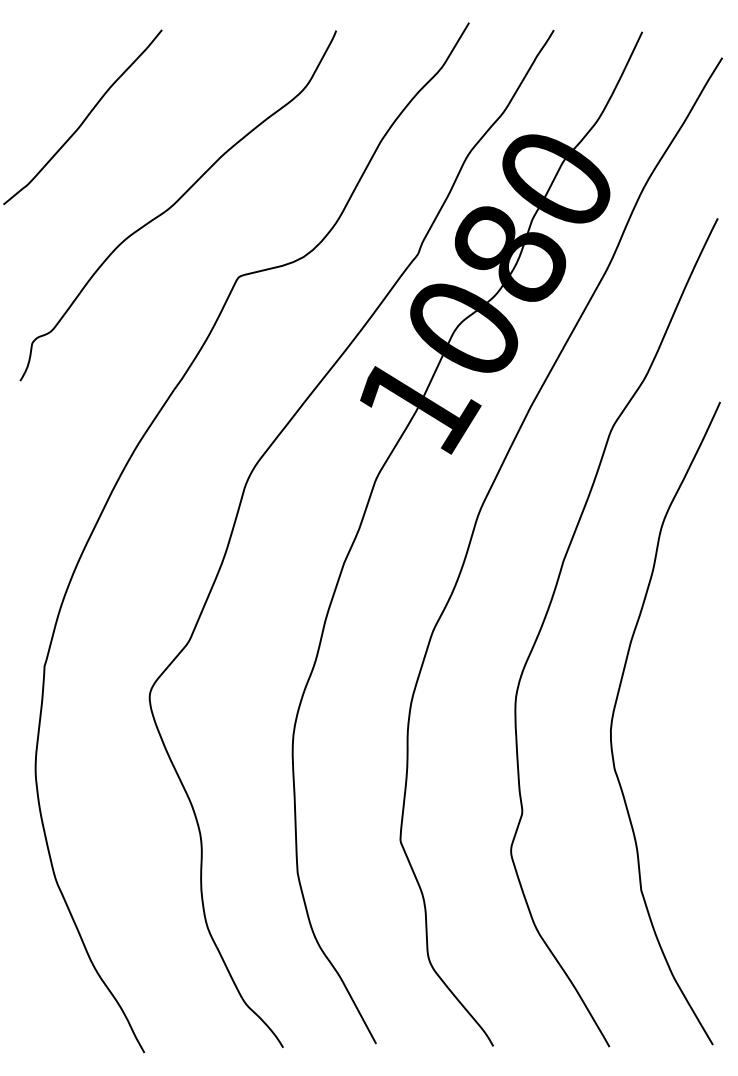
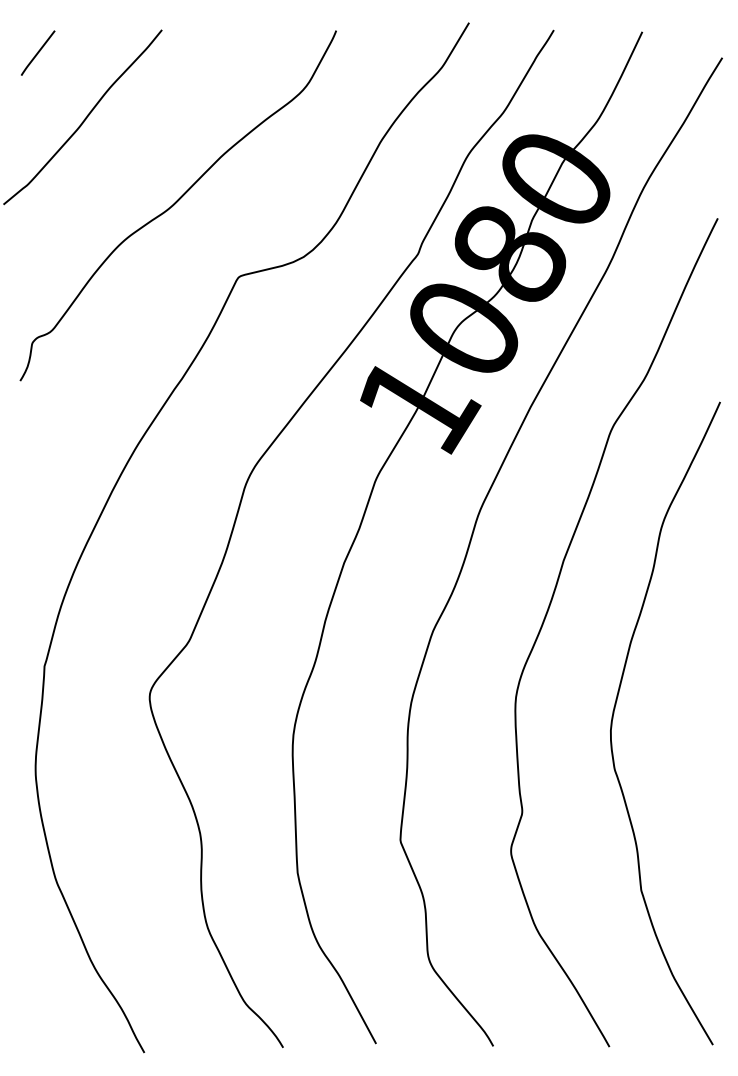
line at (38, 52): none -> present
